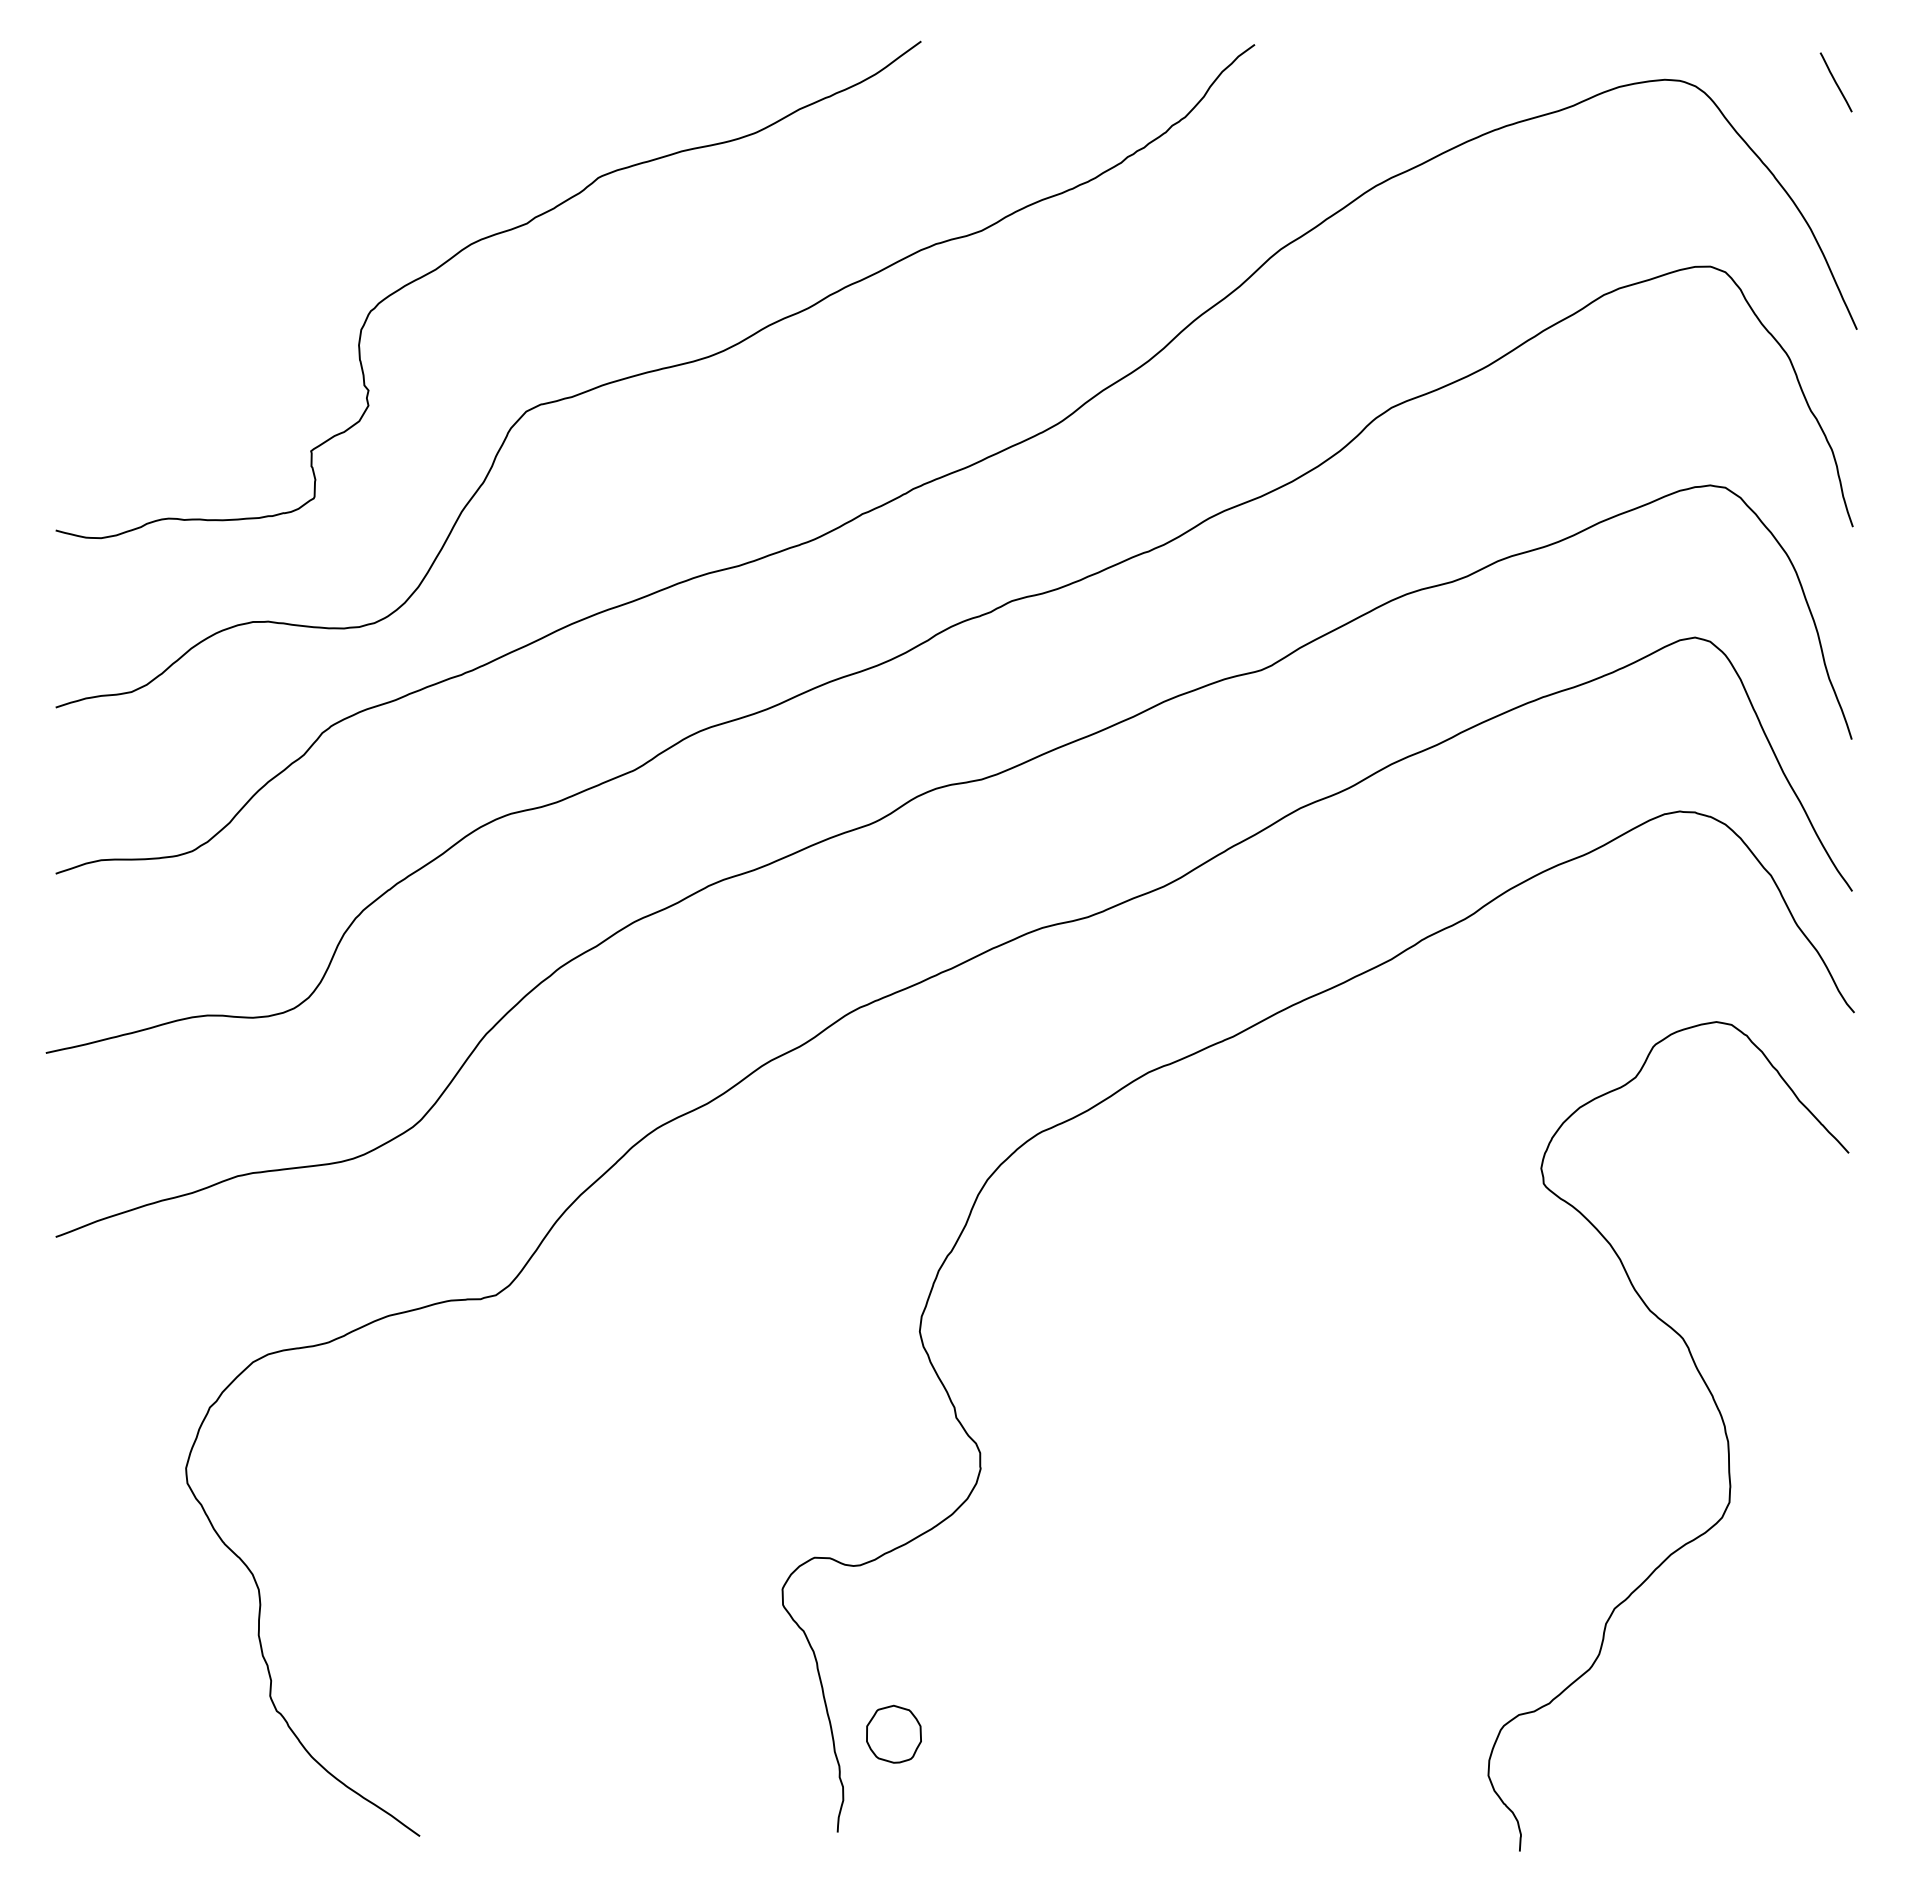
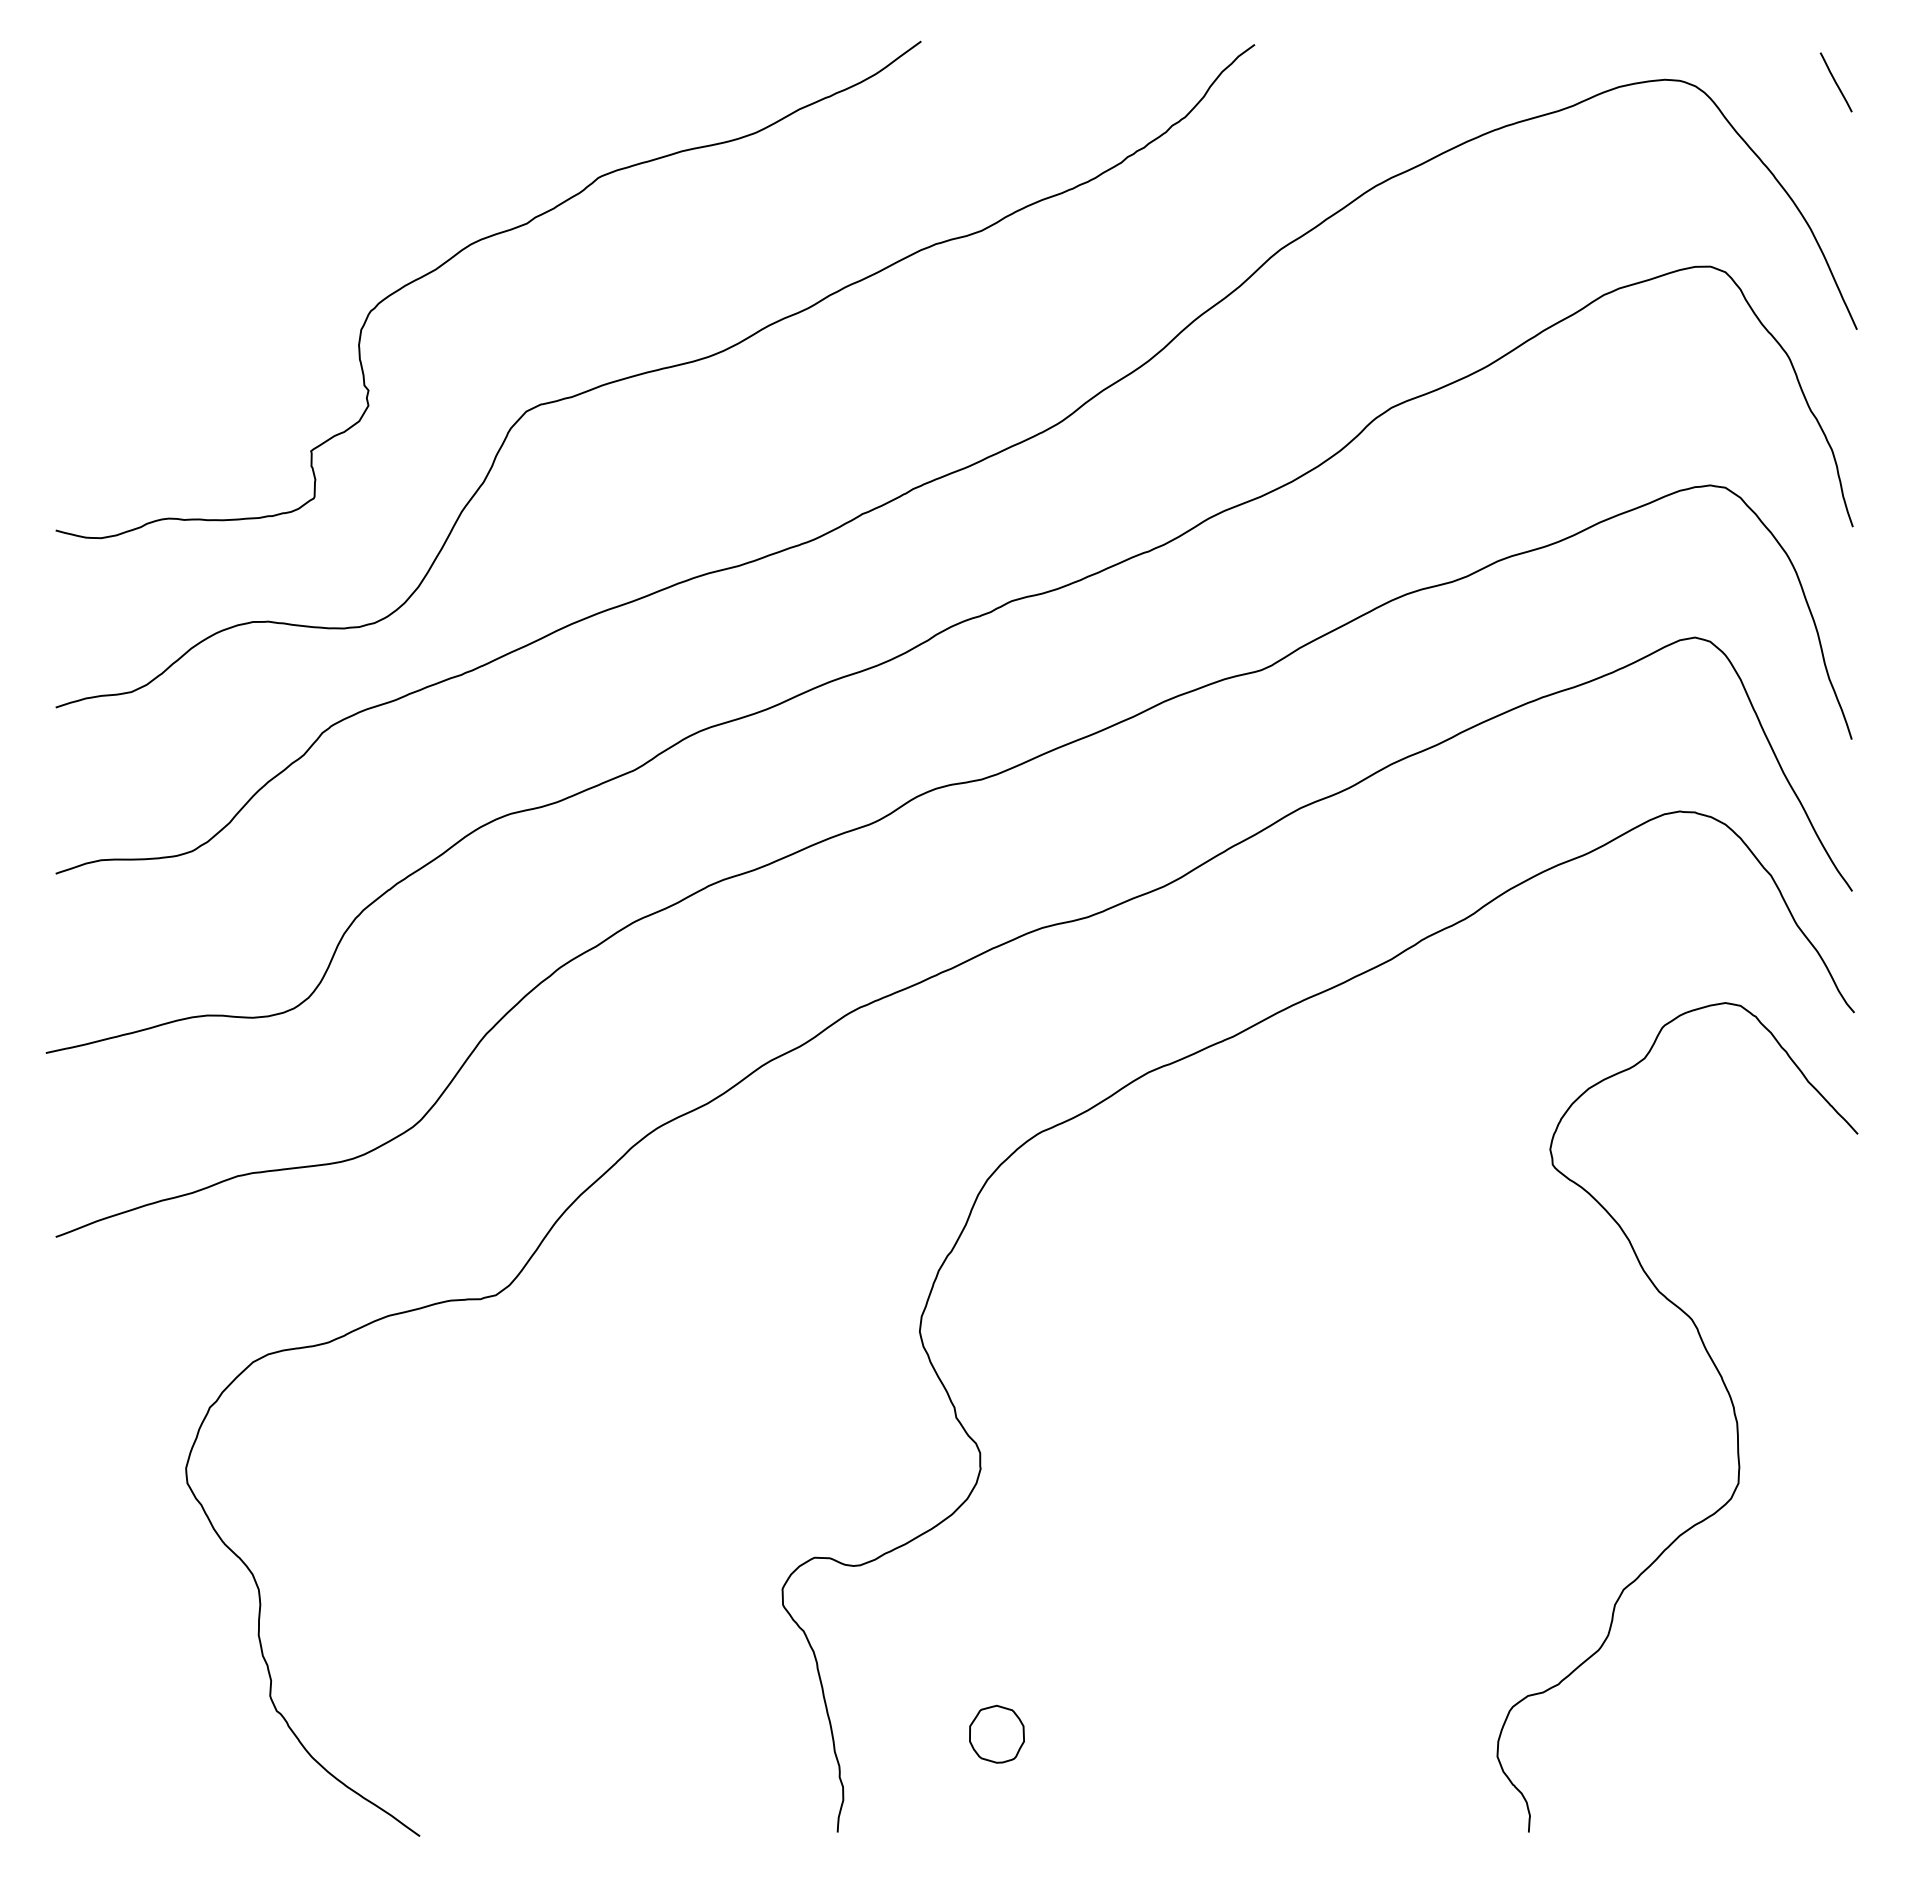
curve at (1720, 1417) position: (1720, 1417) -> (1729, 1398)
part at (893, 1733) position: (893, 1733) -> (996, 1733)
